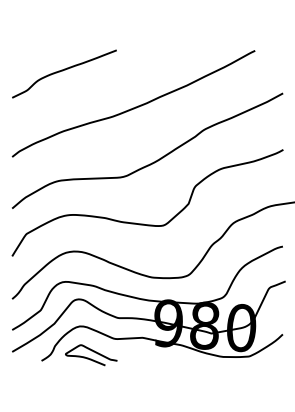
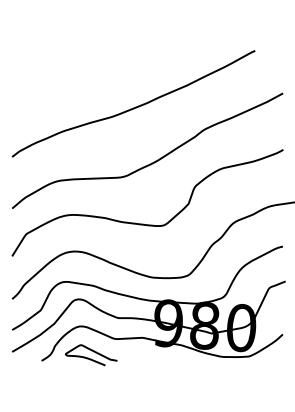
curve at (62, 71): present -> none
